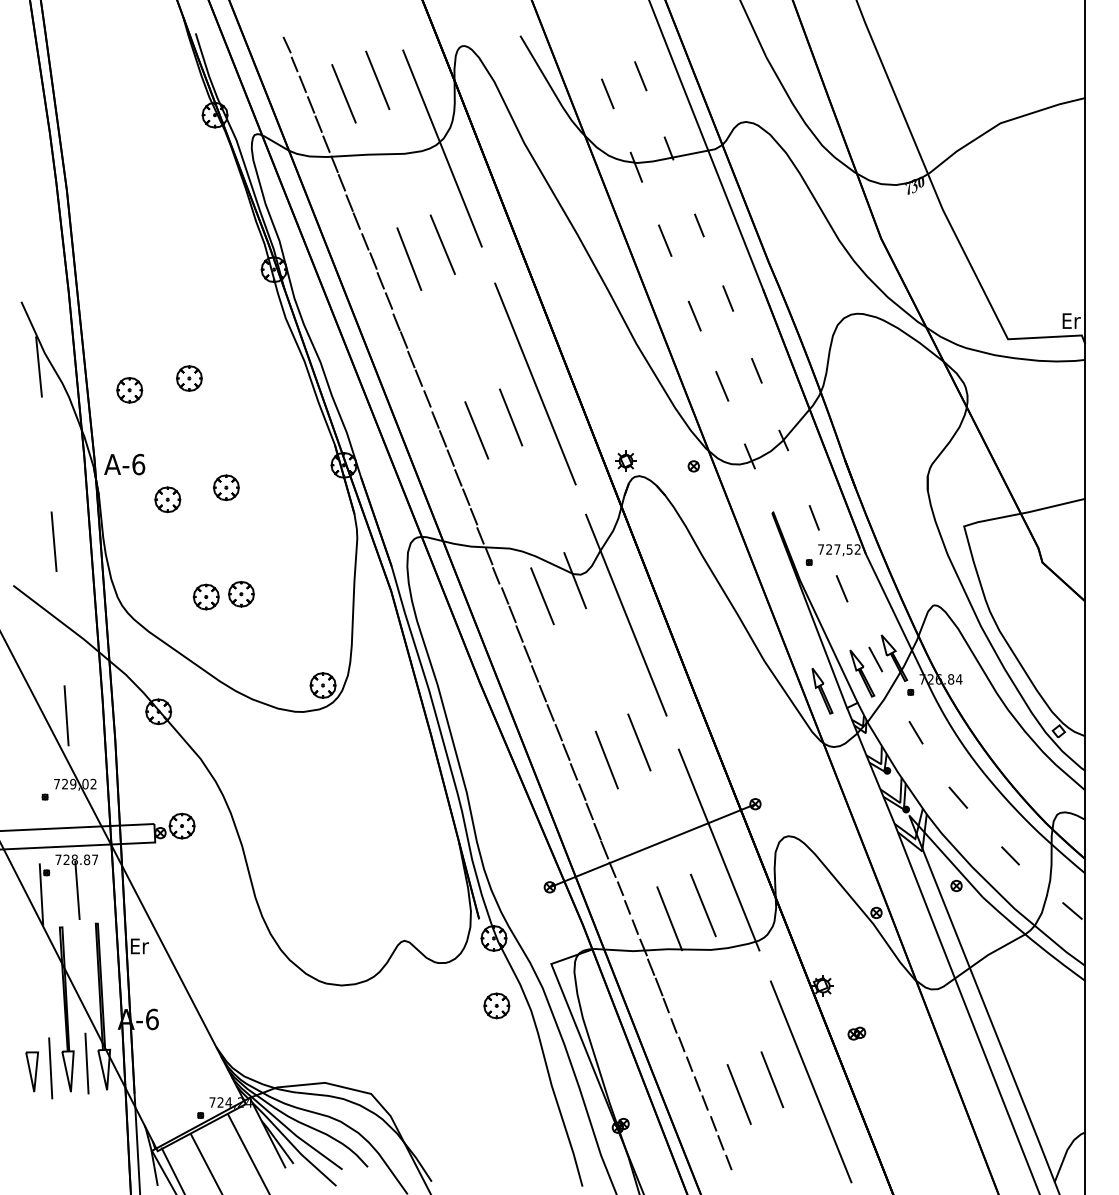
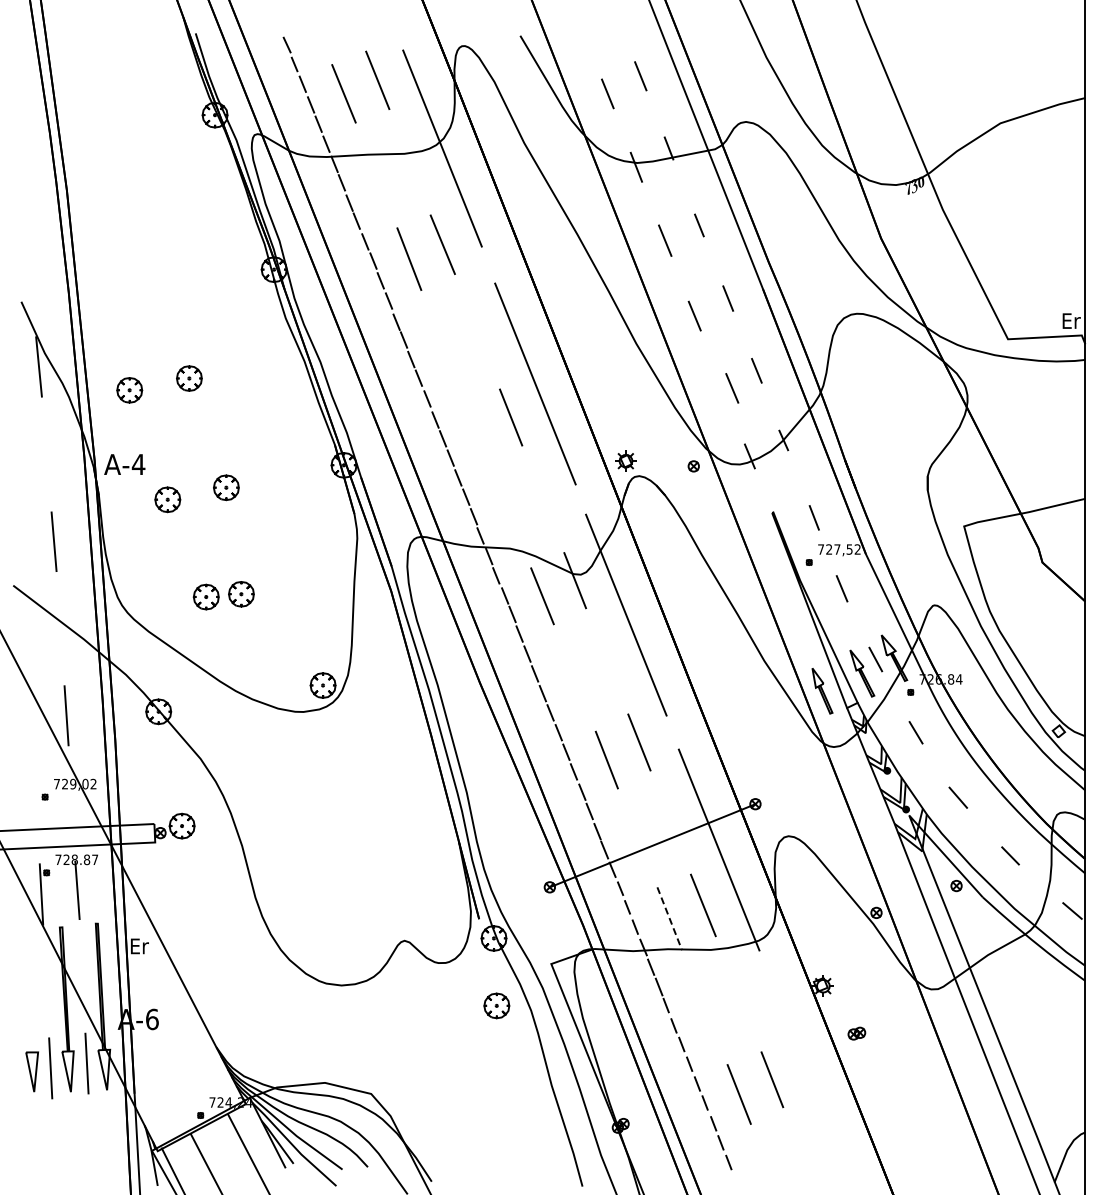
line at (722, 386) position: (722, 386) -> (732, 388)
line at (476, 430): present -> none
text at (138, 464): A-6 -> A-4
line at (669, 918): solid -> dashed
line at (810, 1081): present -> none
